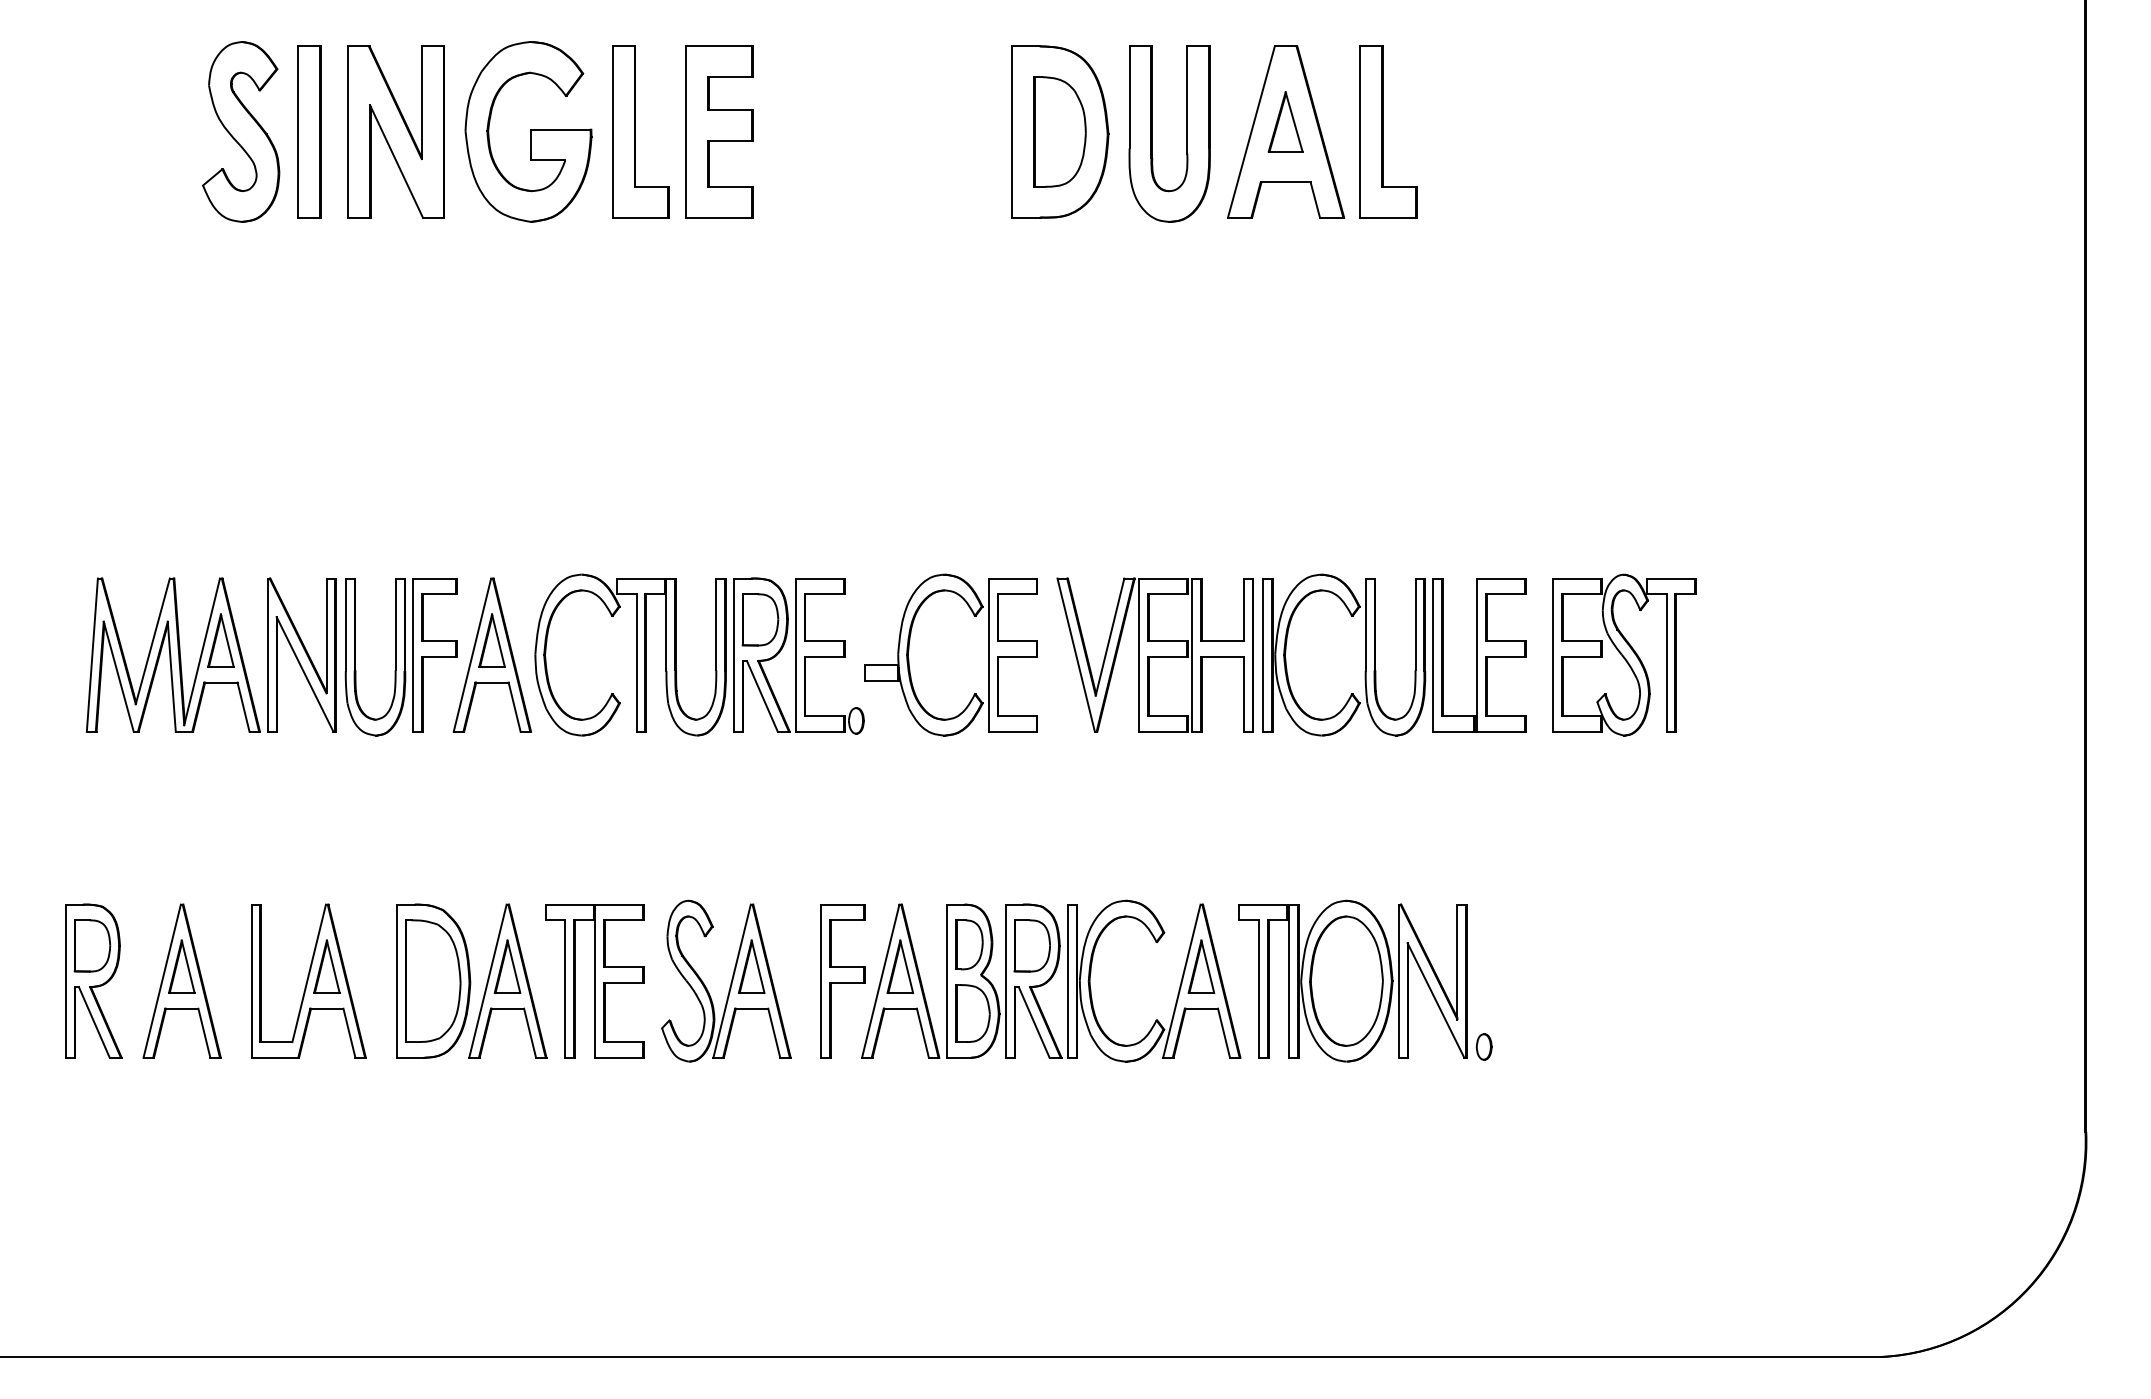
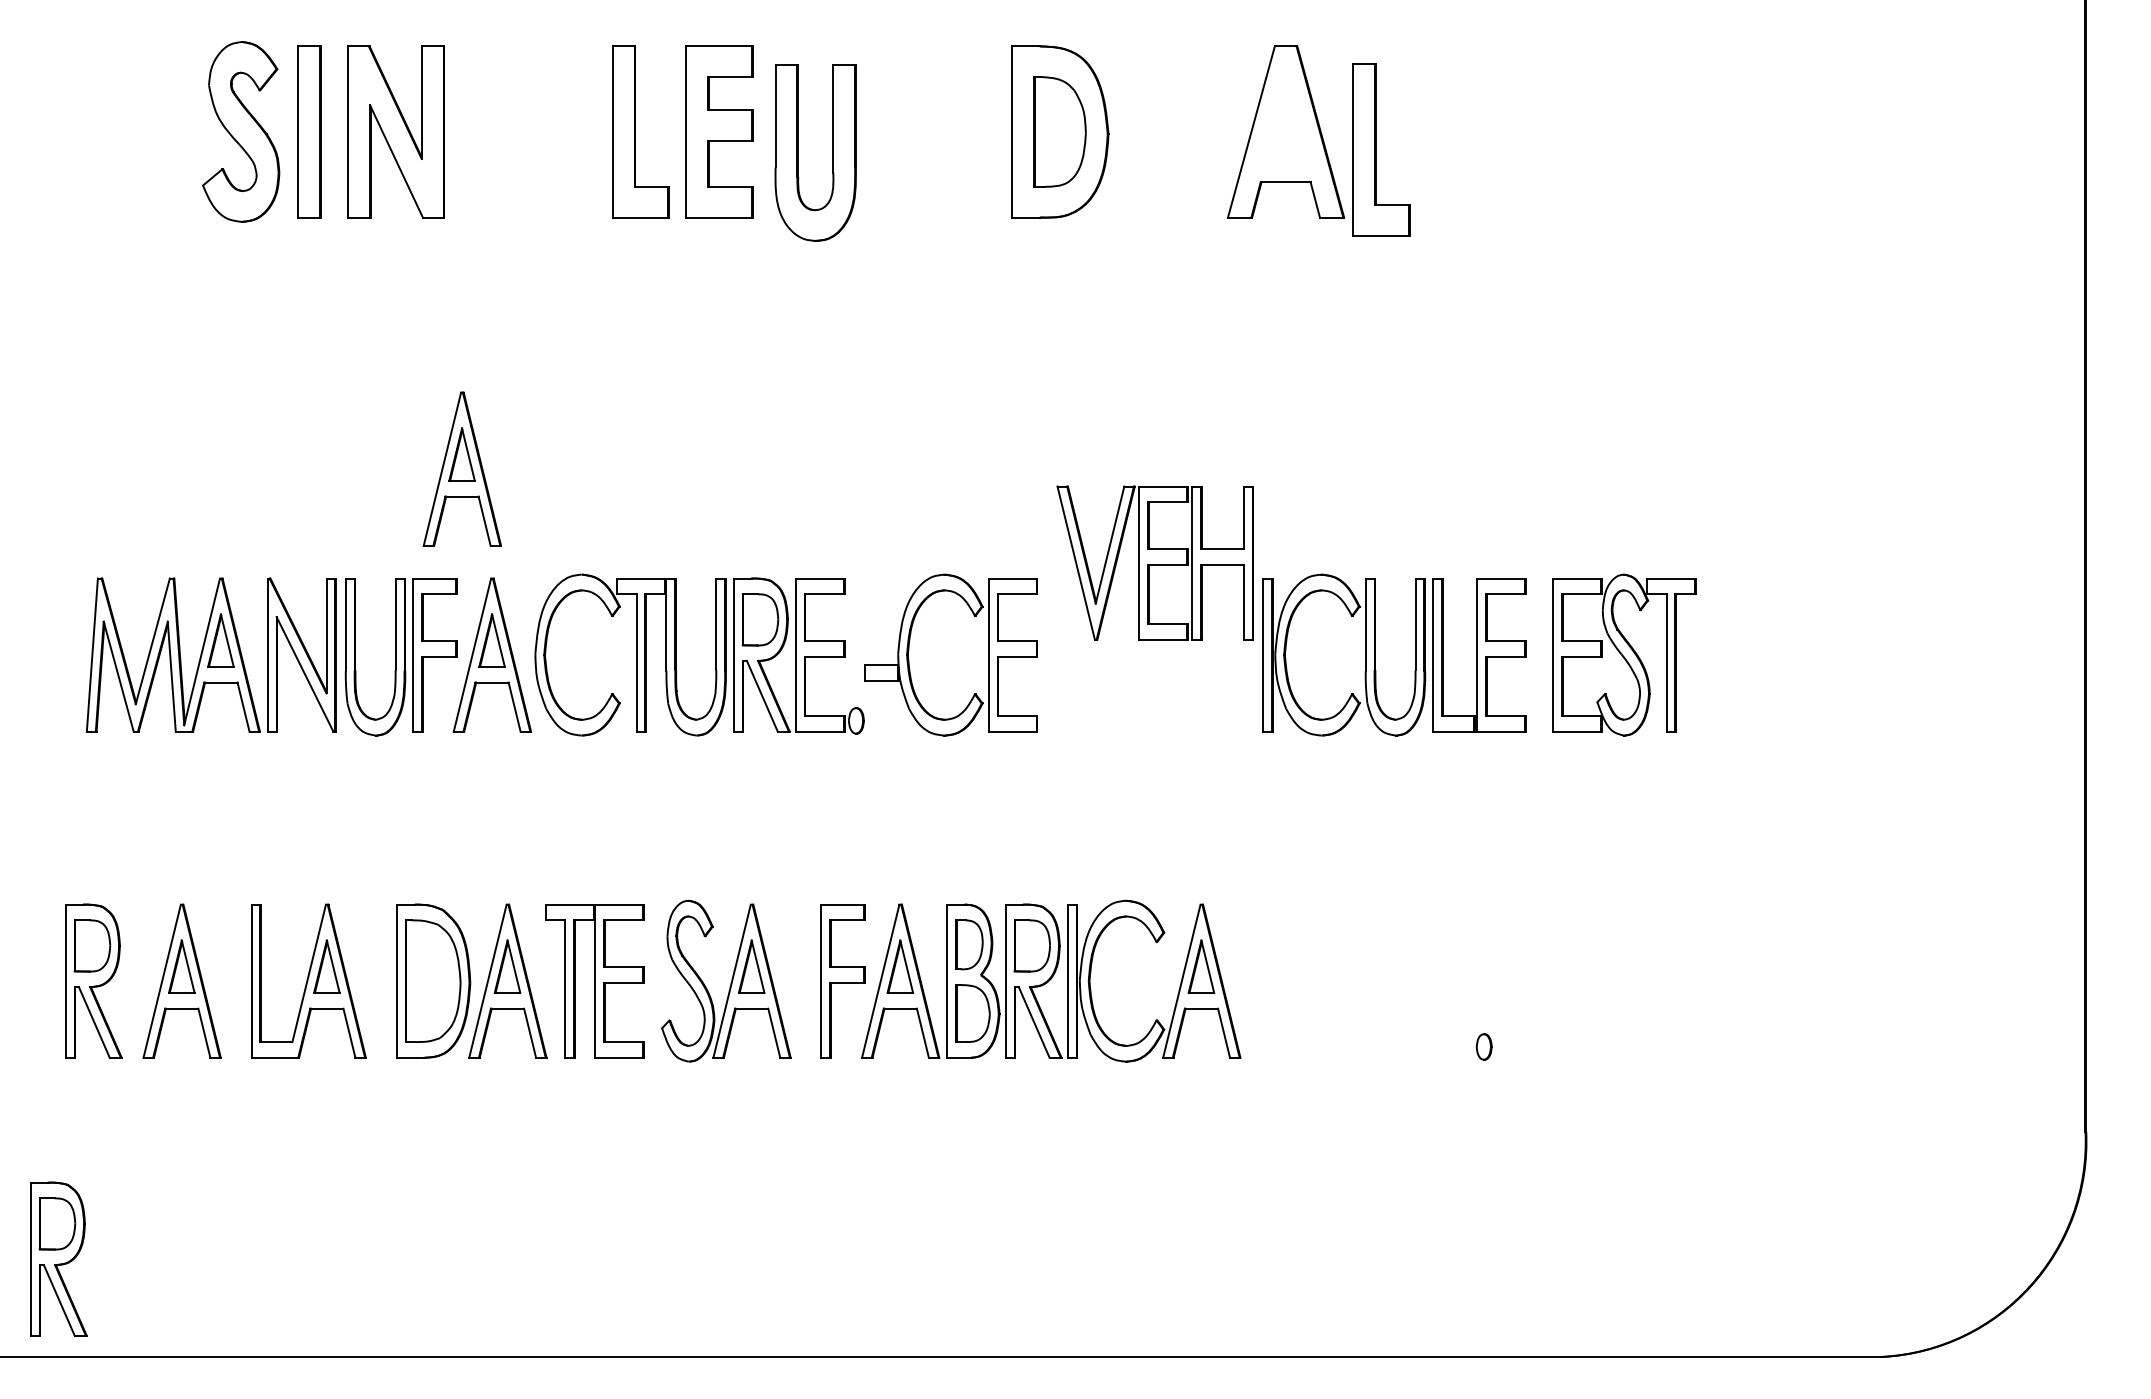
part at (1285, 121): present -> none
part at (528, 131): present -> none
part at (1388, 131) position: (1388, 131) -> (1381, 149)
part at (1152, 133) position: (1152, 133) -> (798, 152)
part at (461, 468): none -> present
part at (1154, 654) position: (1154, 654) -> (1154, 562)
part at (1352, 980): present -> none
part at (58, 1258): none -> present
